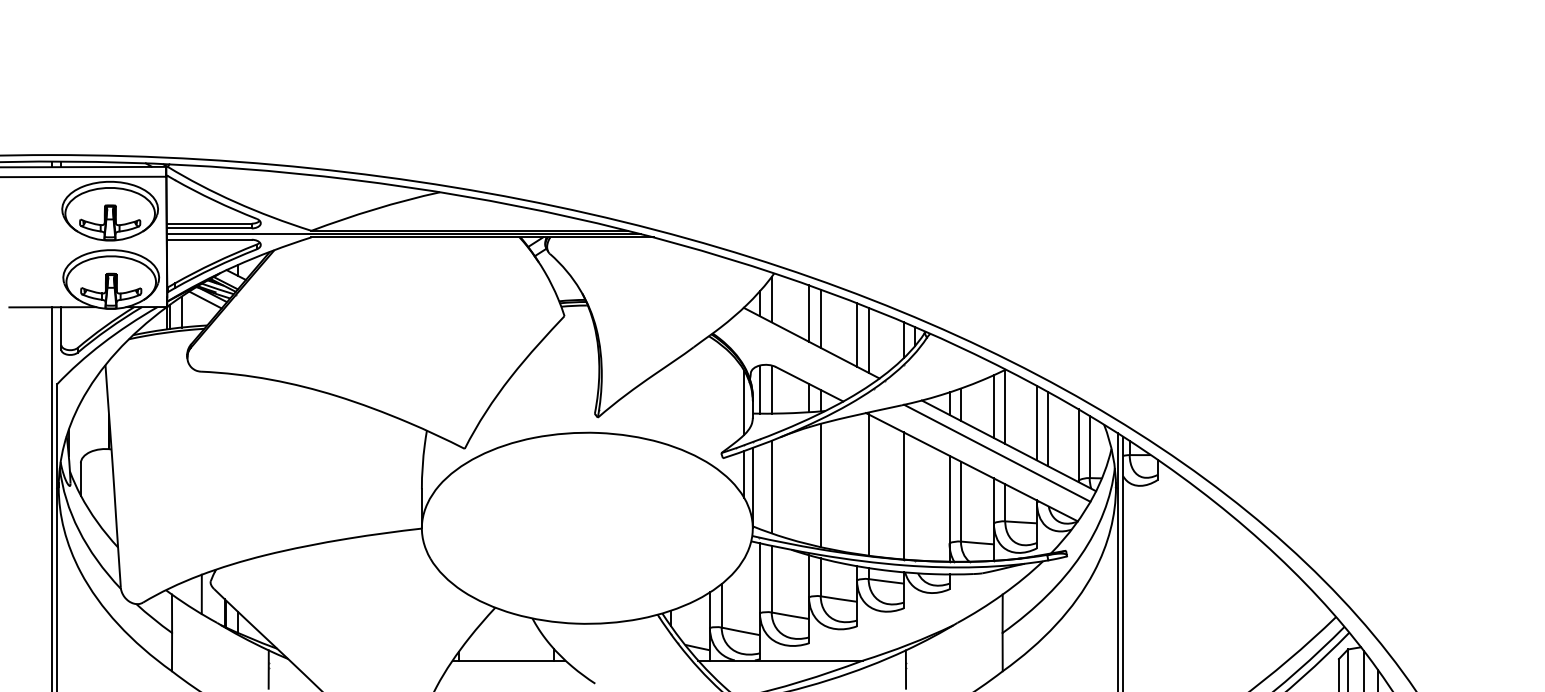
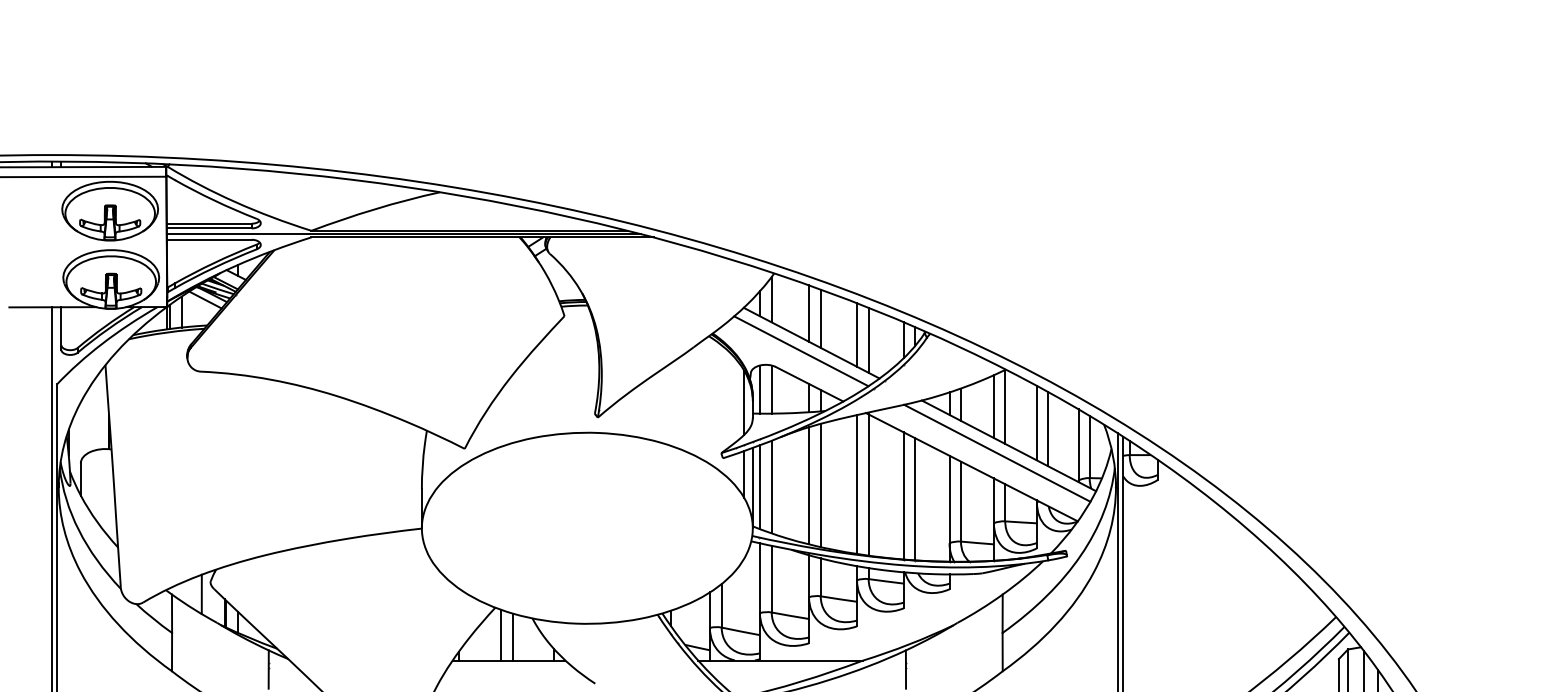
line at (801, 351): none -> present
line at (857, 484): none -> present
line at (809, 485): none -> present
line at (759, 487): none -> present
line at (915, 499): none -> present
line at (501, 634): none -> present
line at (512, 636): none -> present
